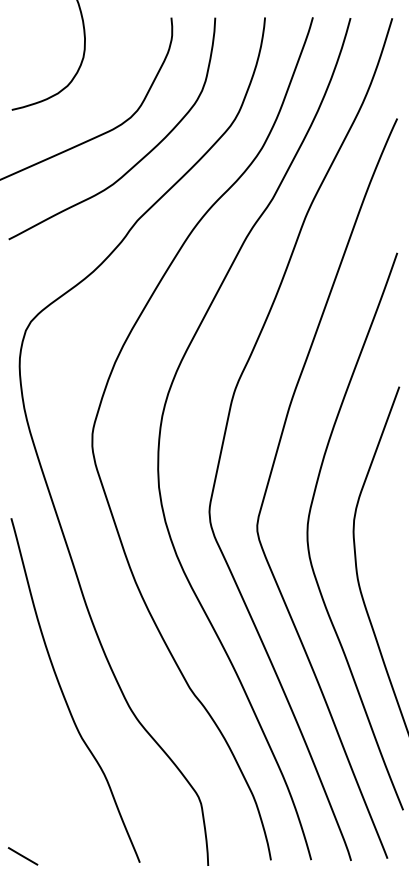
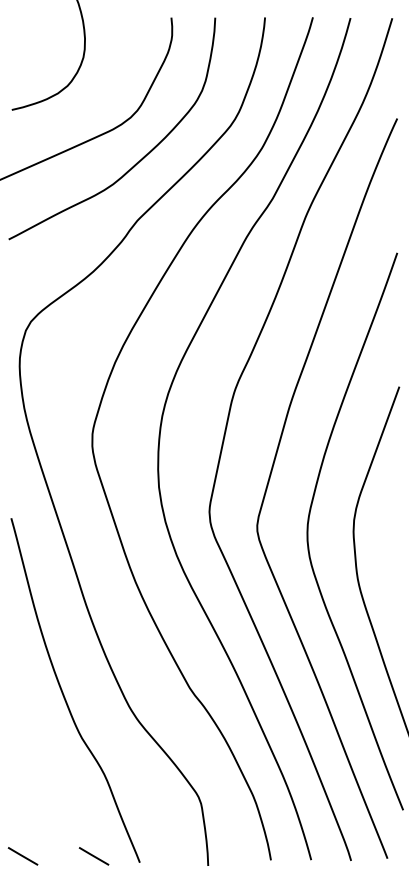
line at (93, 856): none -> present
